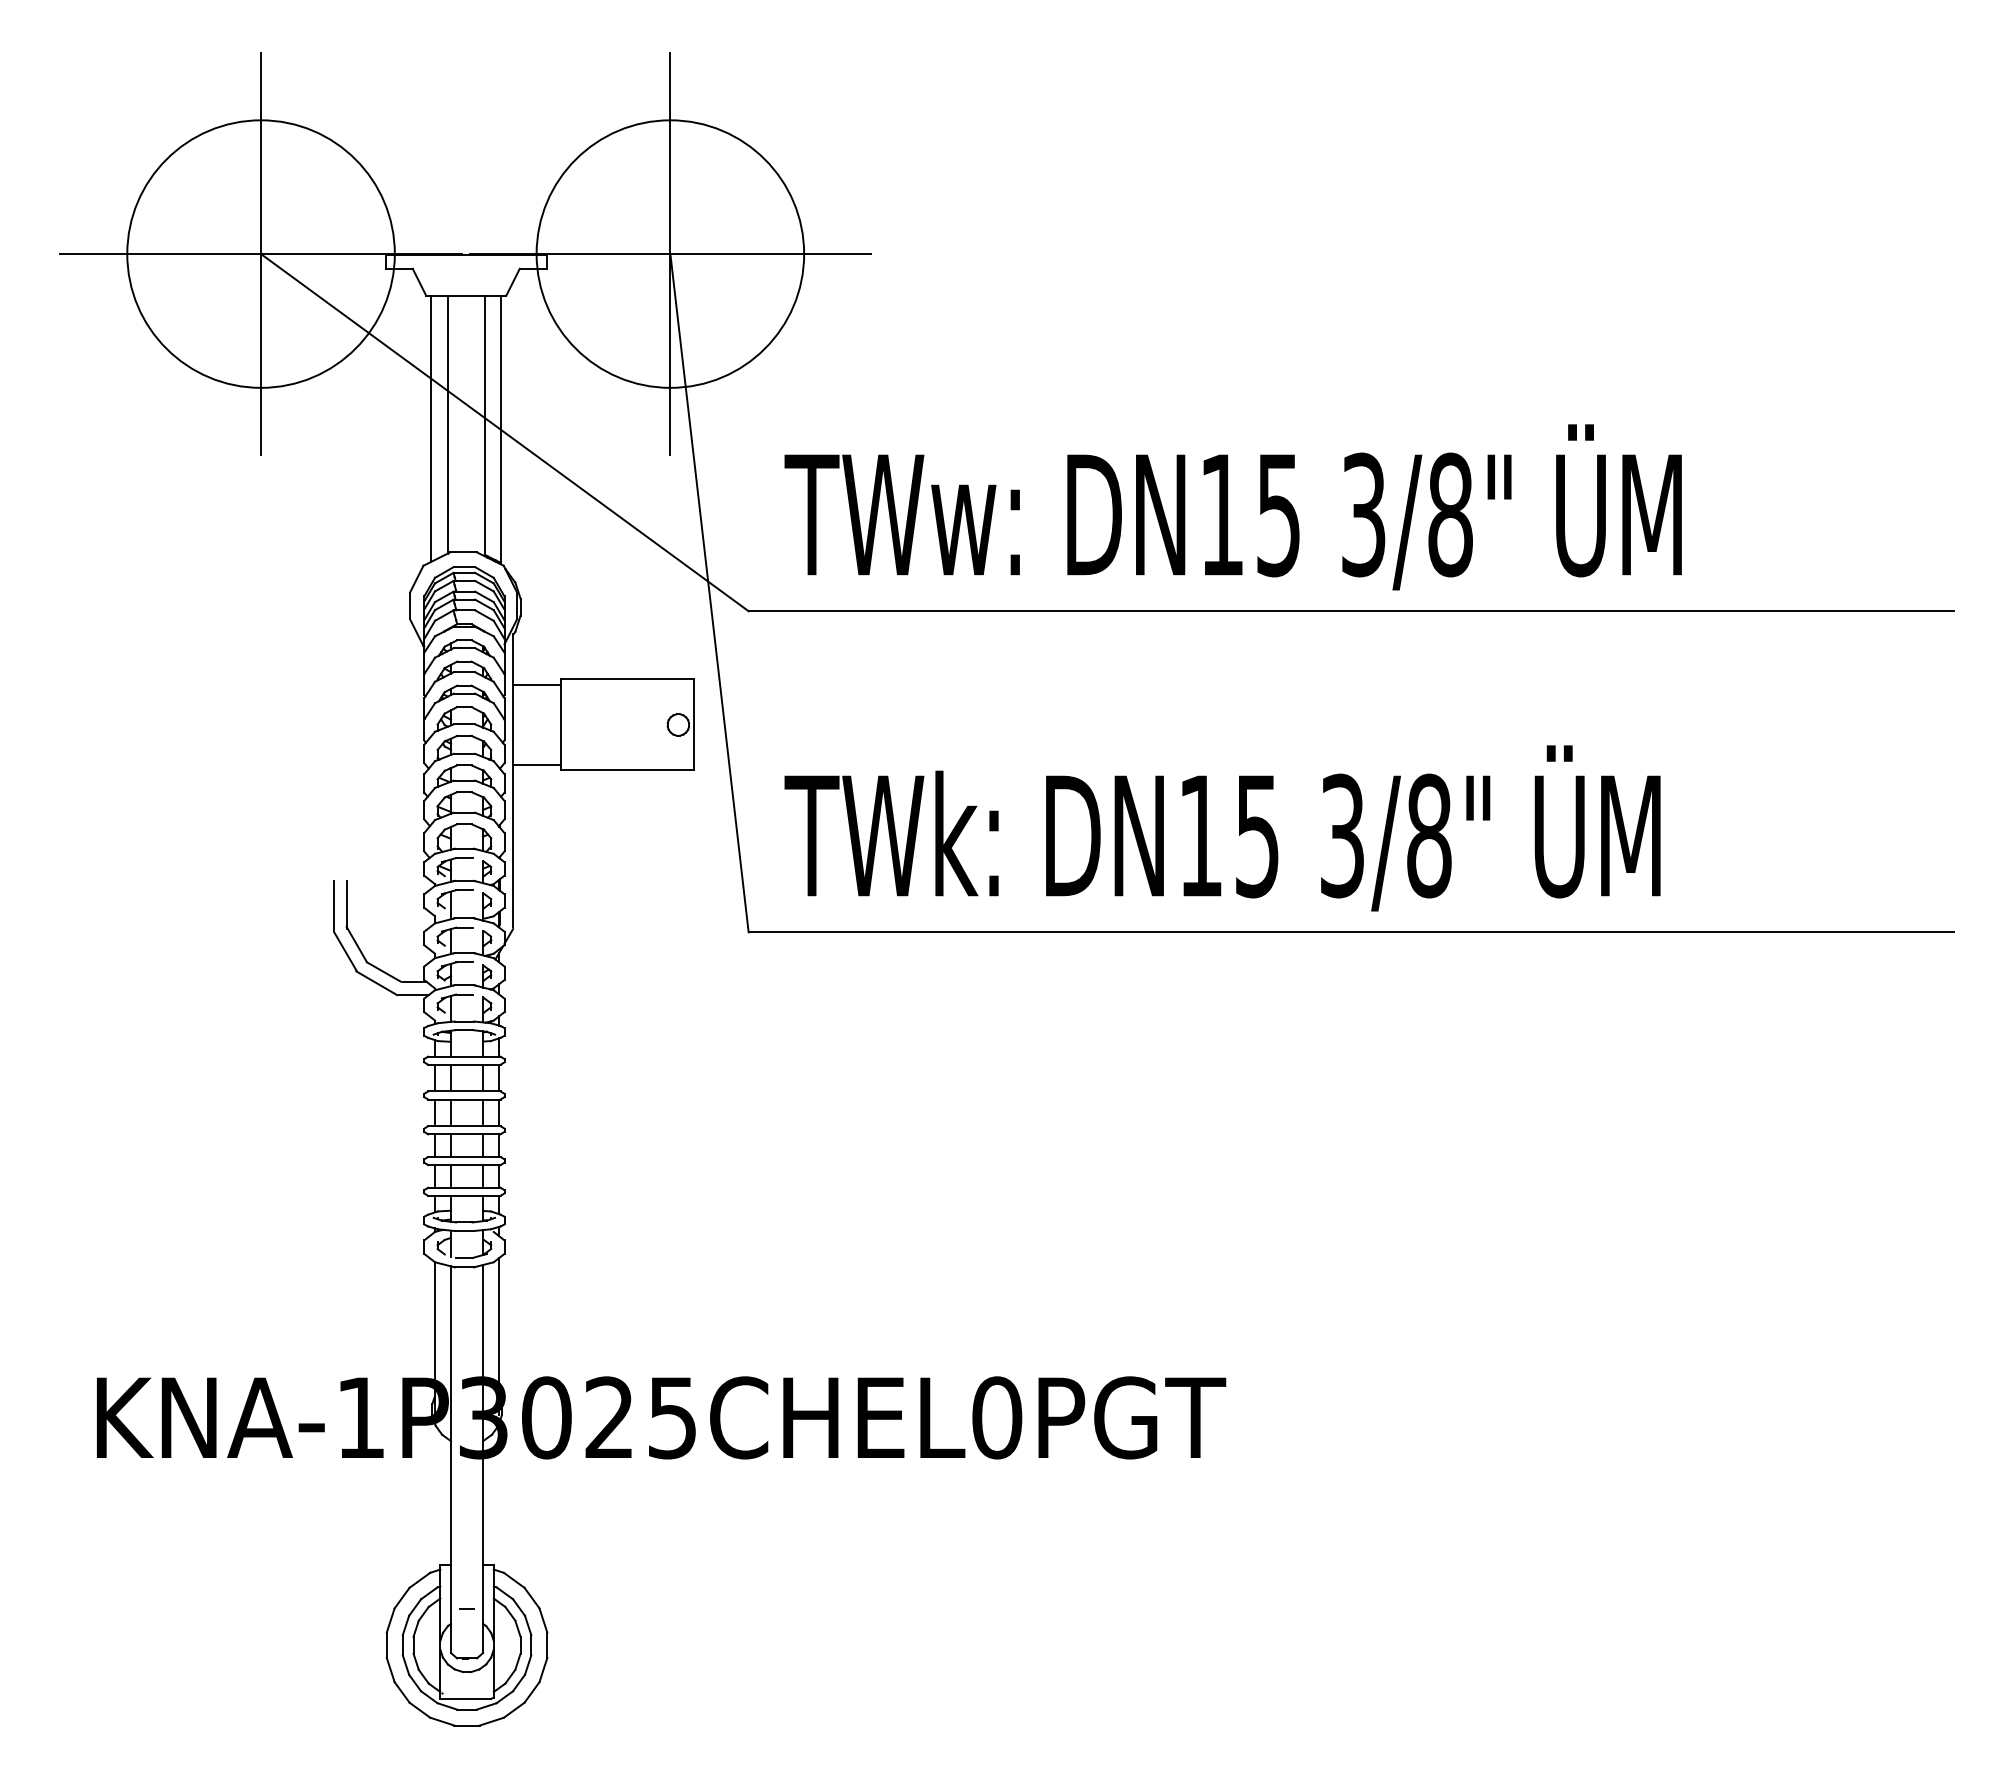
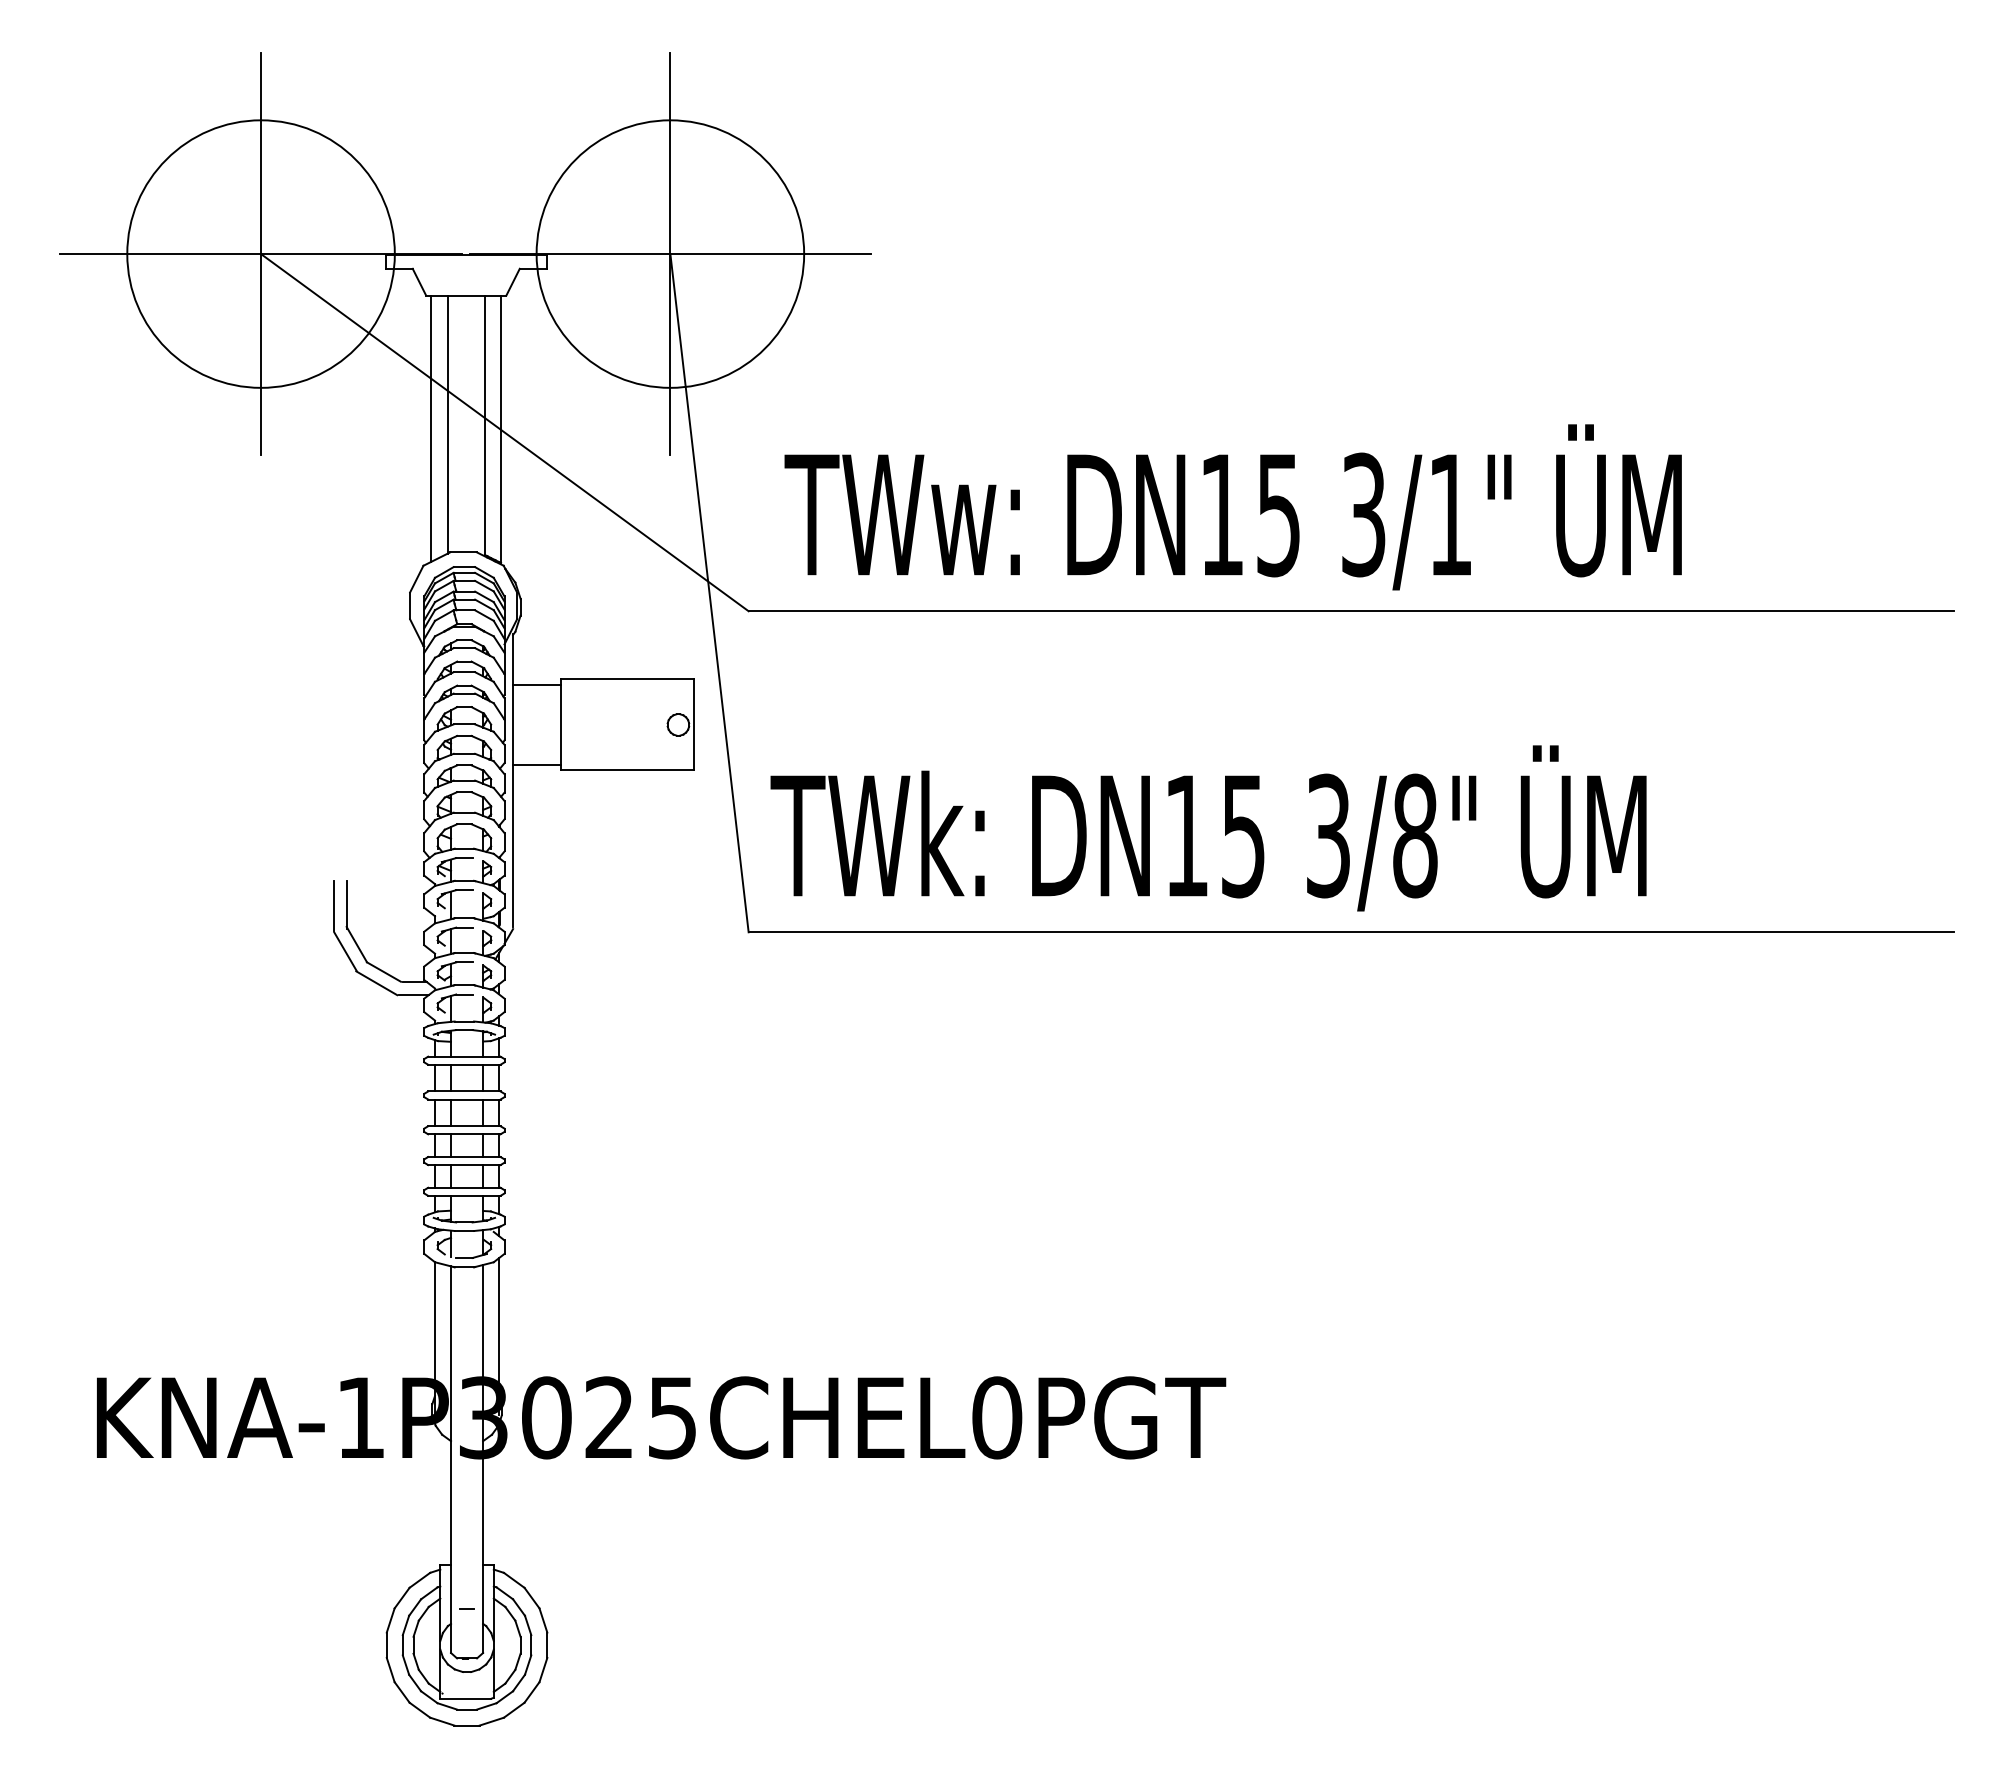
text at (1450, 514): 3/8" -> 3/1"
text at (1222, 828) position: (1222, 828) -> (1208, 828)
